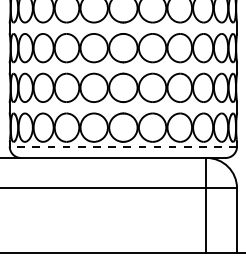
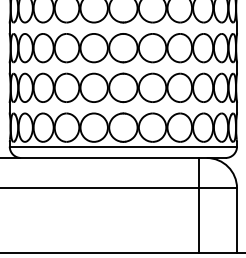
line at (123, 146): dashed -> solid
line at (206, 204) position: (206, 204) -> (199, 204)
